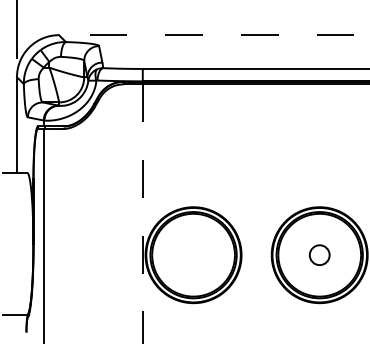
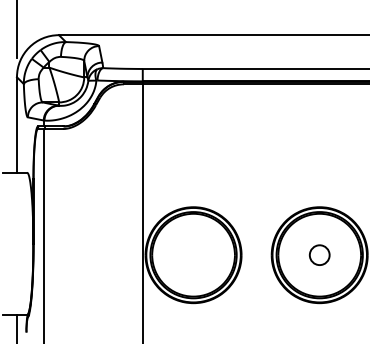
line at (213, 35): dashed -> solid
line at (142, 214): dashed -> solid
line at (16, 327): none -> present
